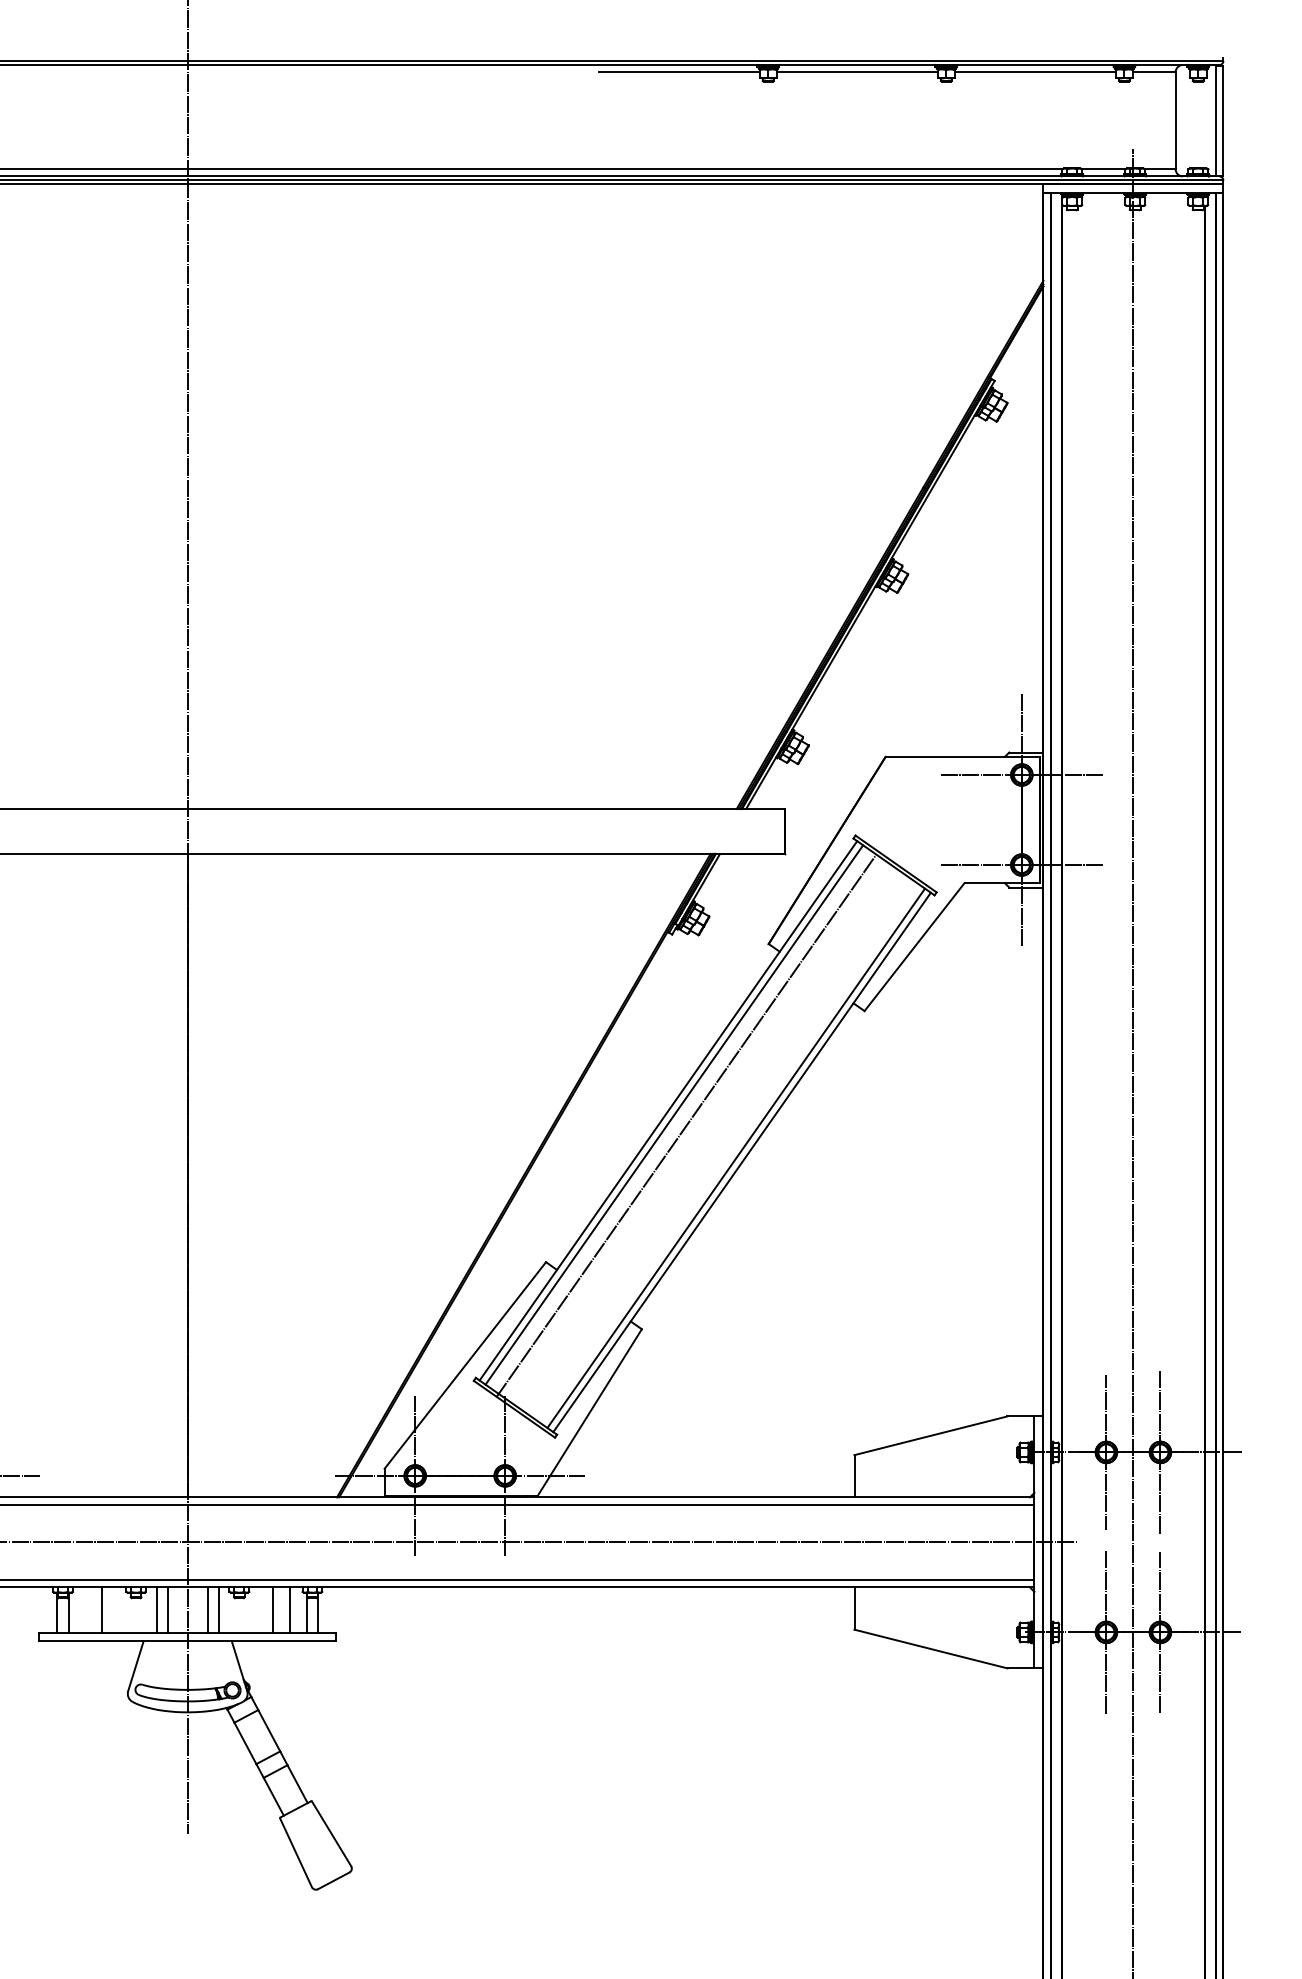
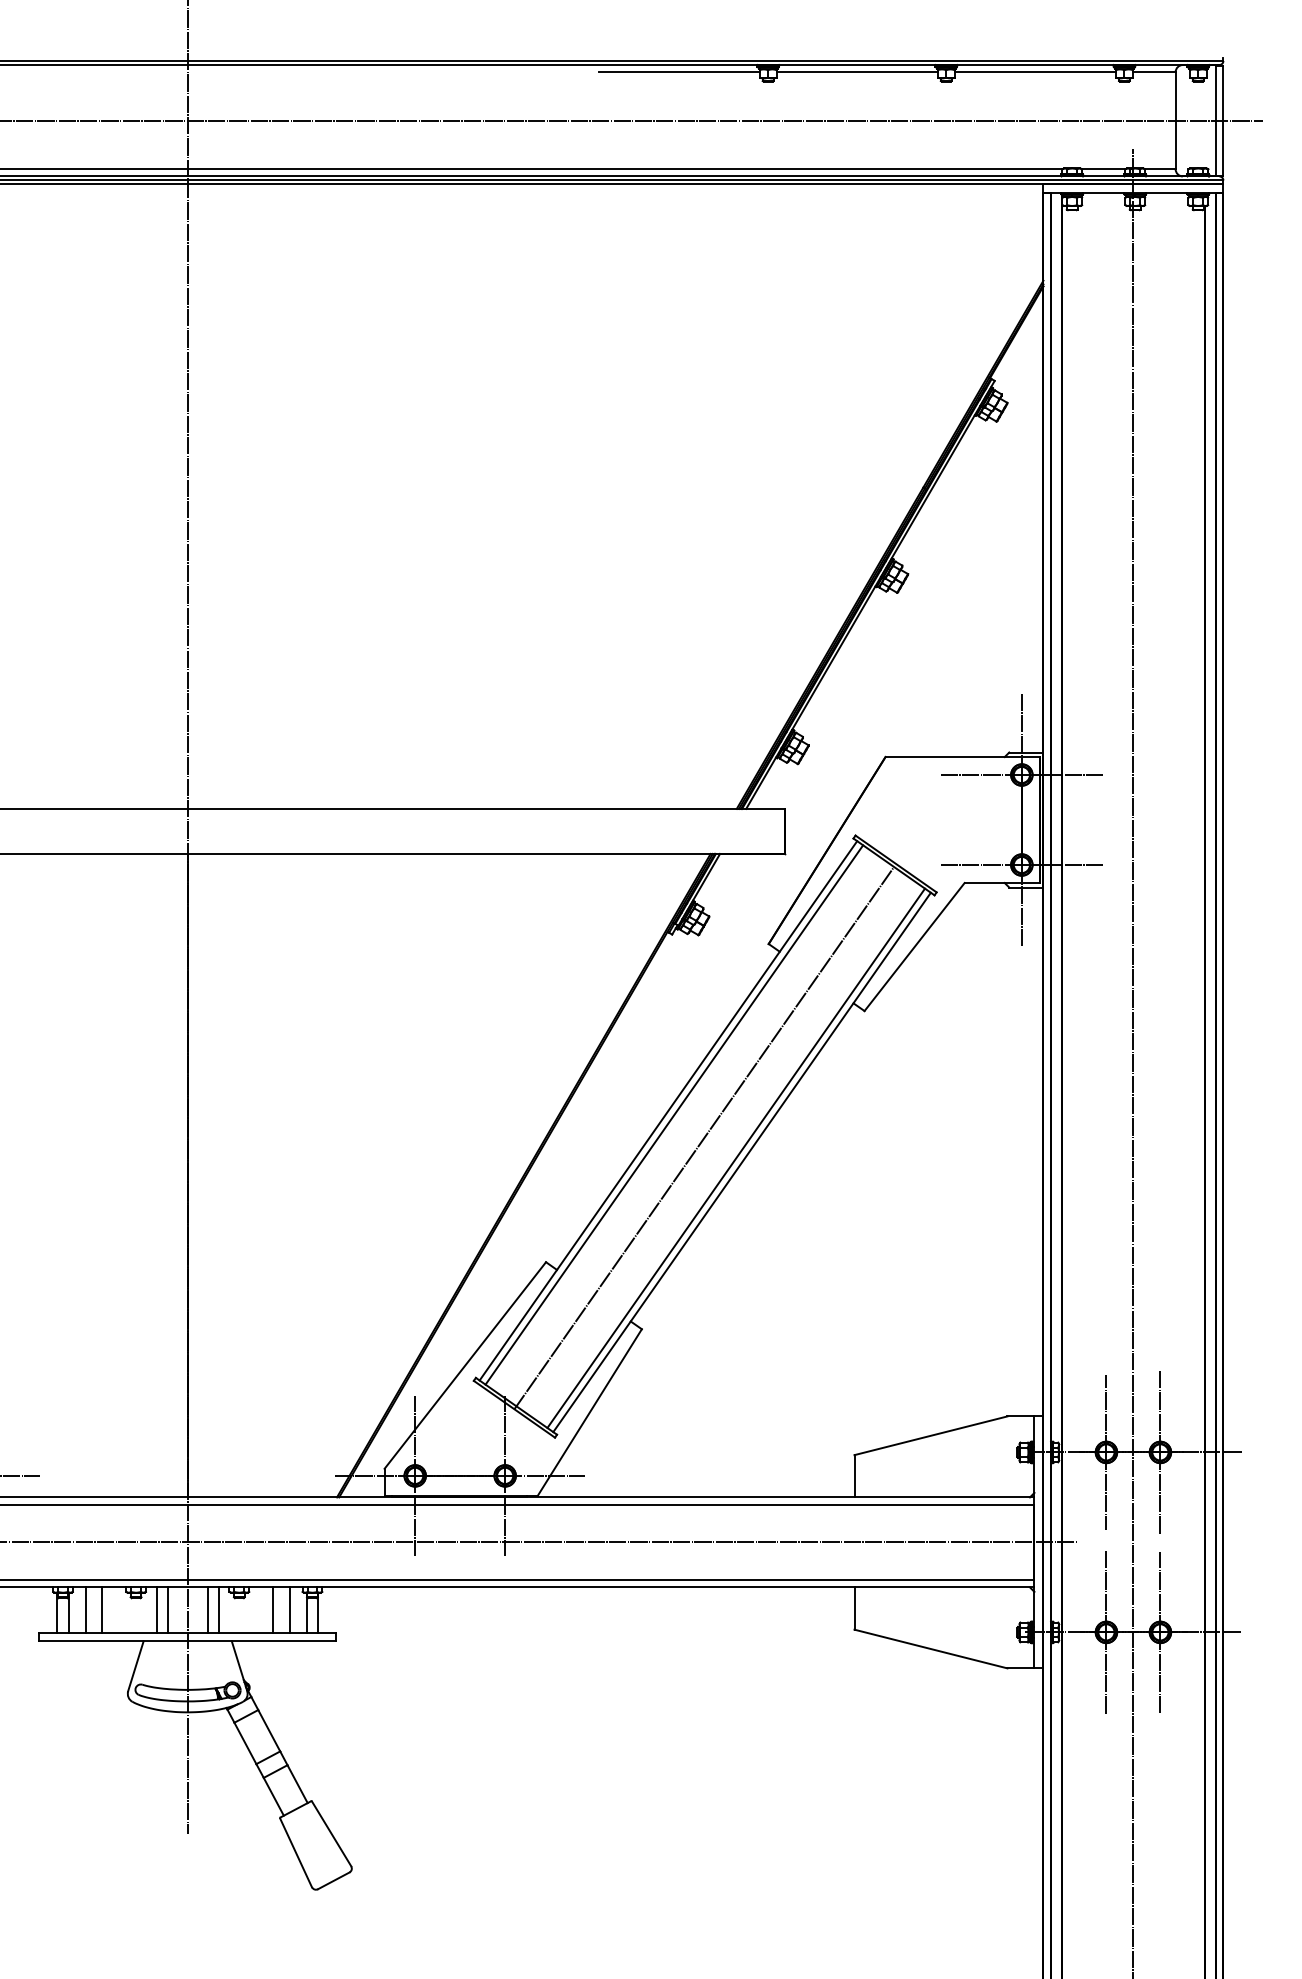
line at (632, 120): none -> present
line at (686, 1126) position: (686, 1126) -> (704, 1138)
line at (85, 1610): none -> present
